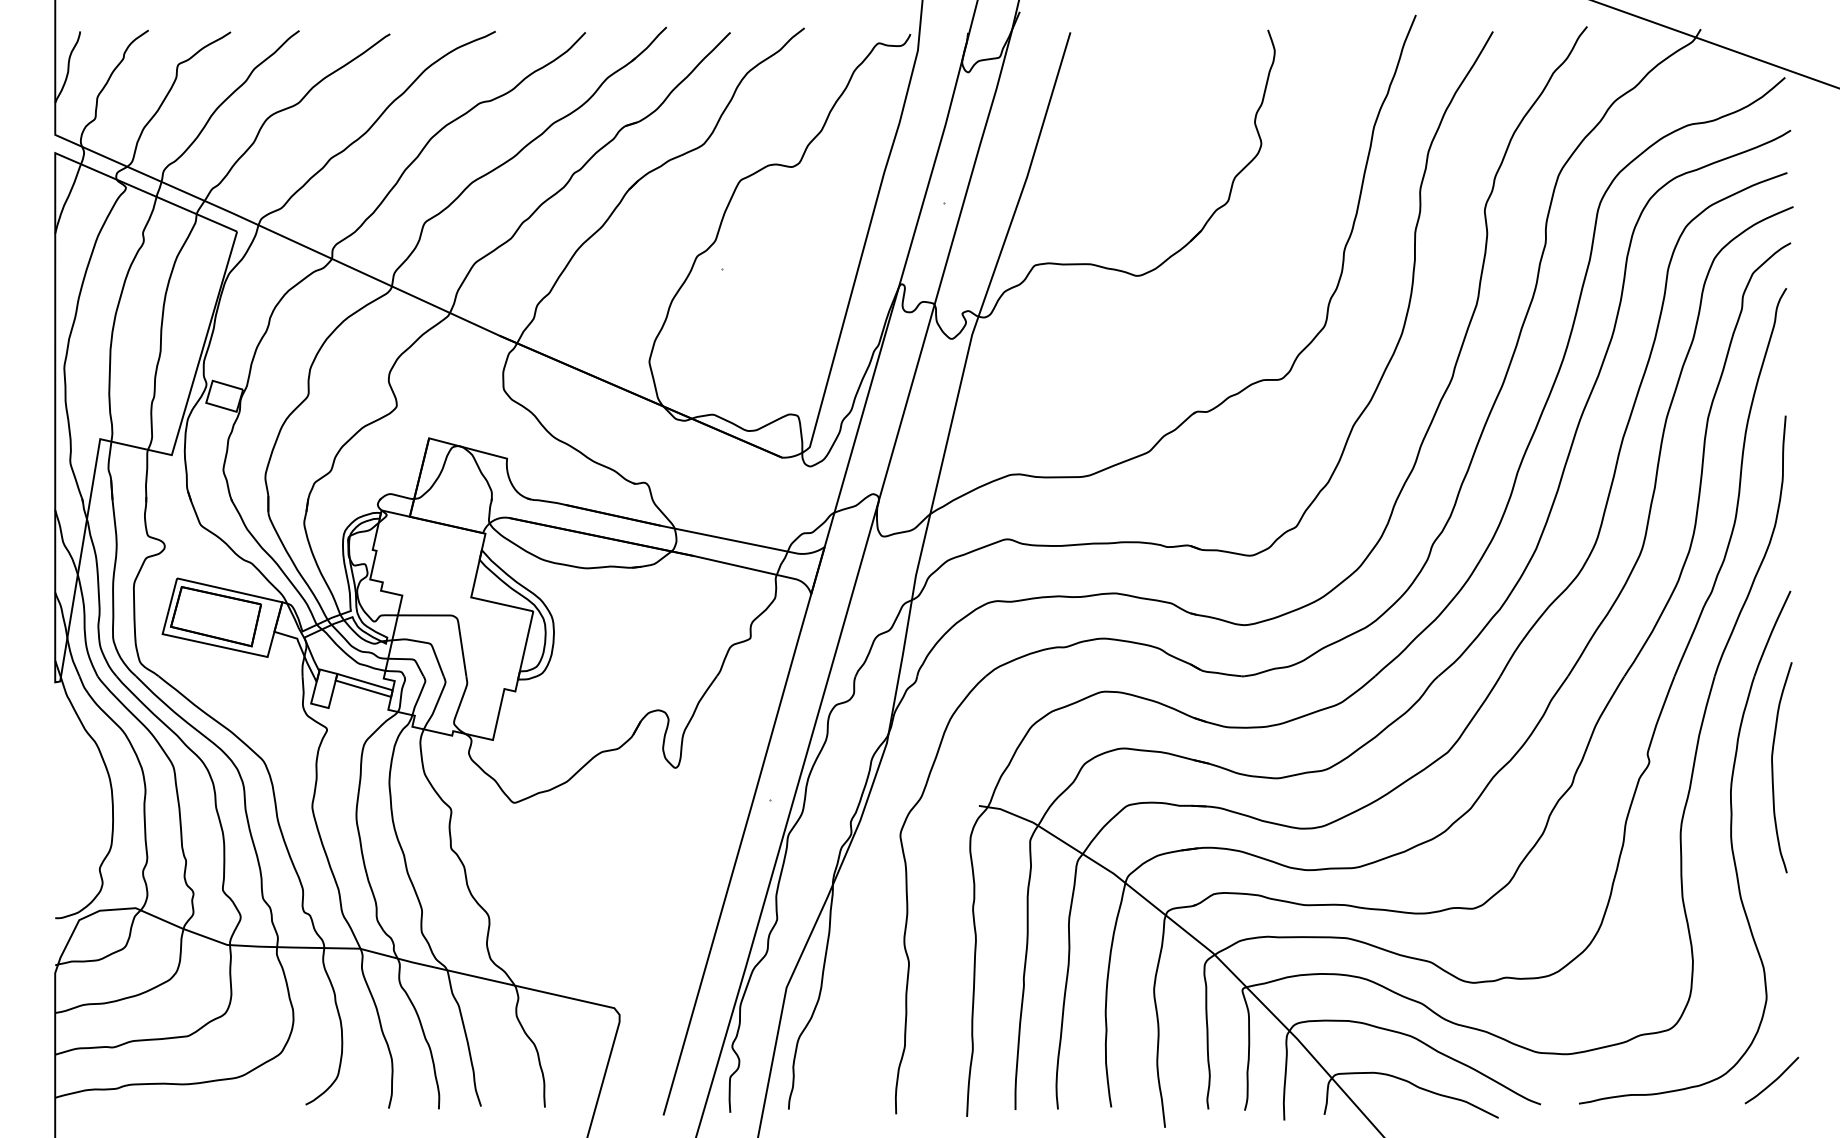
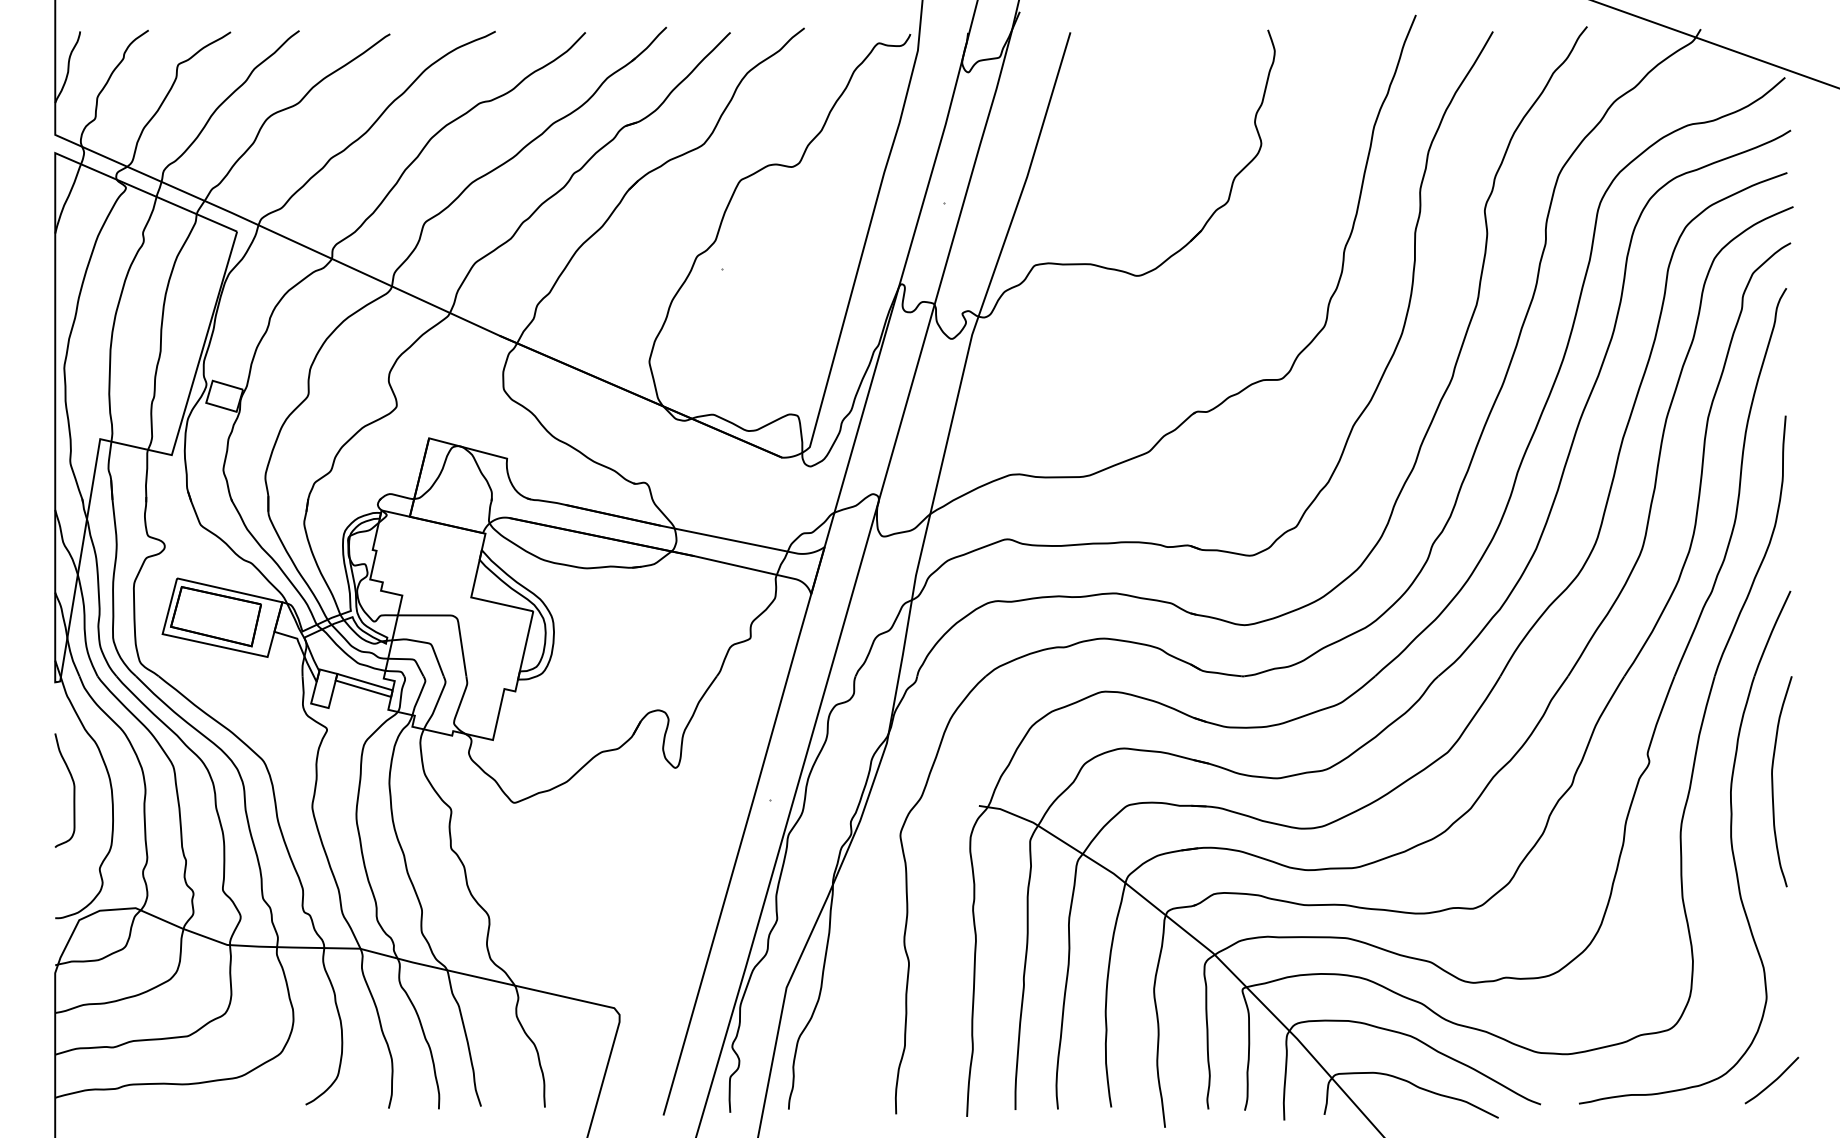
curve at (1773, 767) position: (1773, 767) -> (1773, 781)
curve at (73, 790): none -> present
